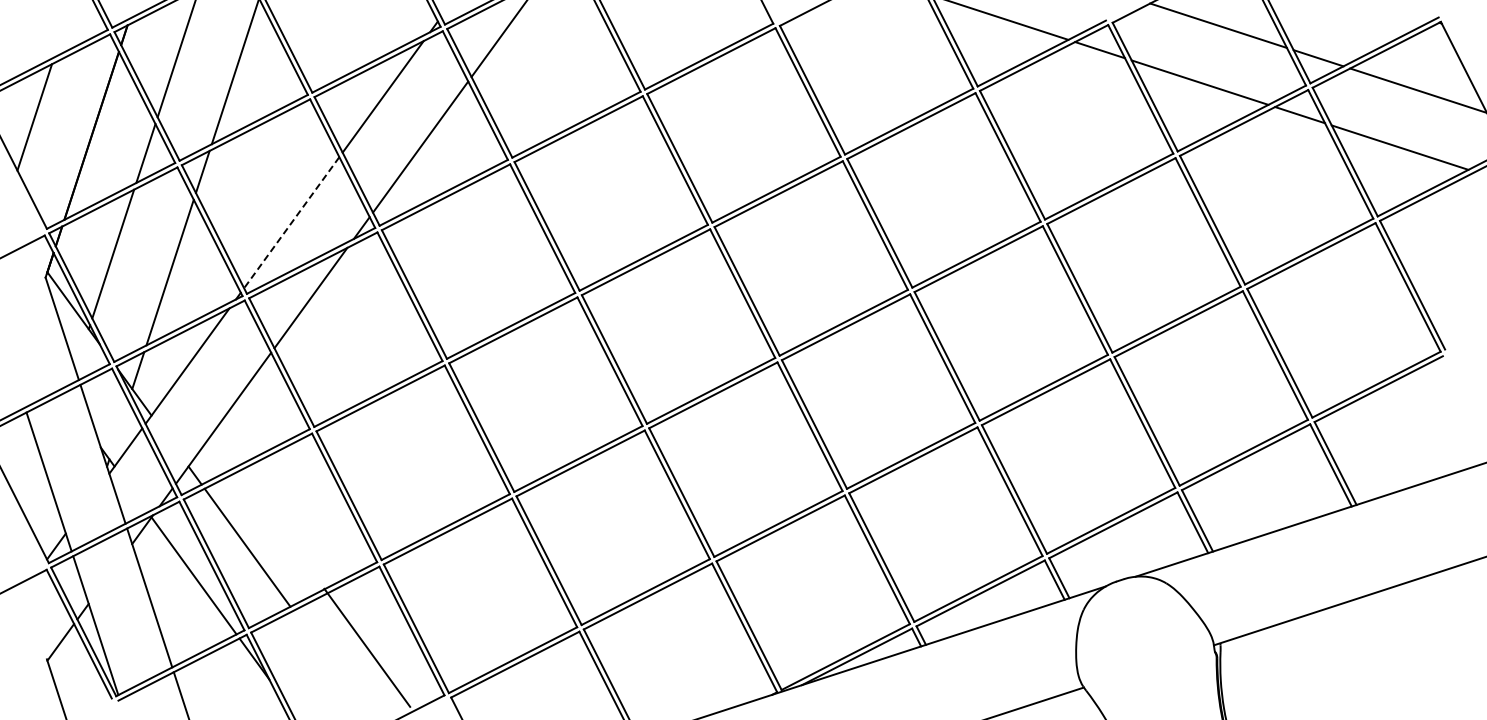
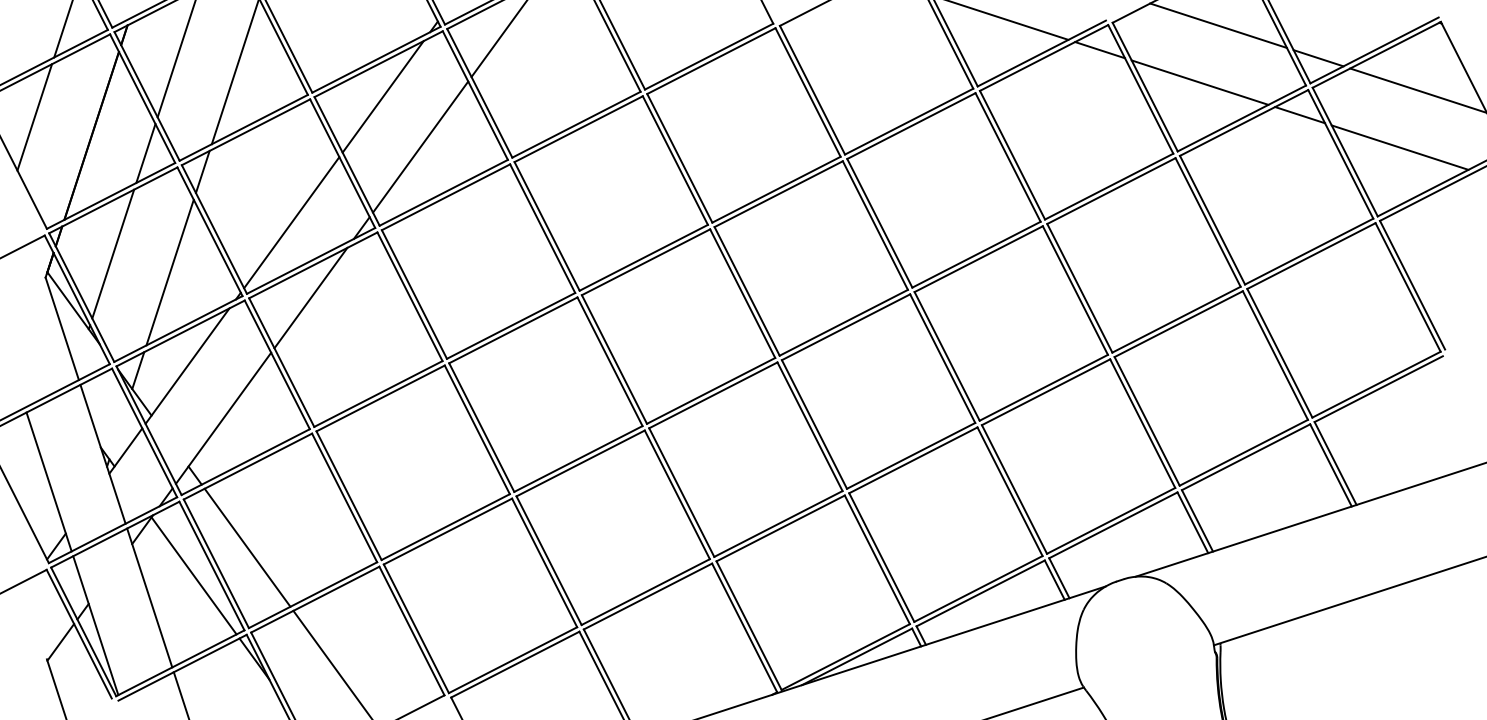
line at (62, 29): none -> present
line at (291, 223): dashed -> solid
line at (367, 647) position: (367, 647) -> (331, 663)
